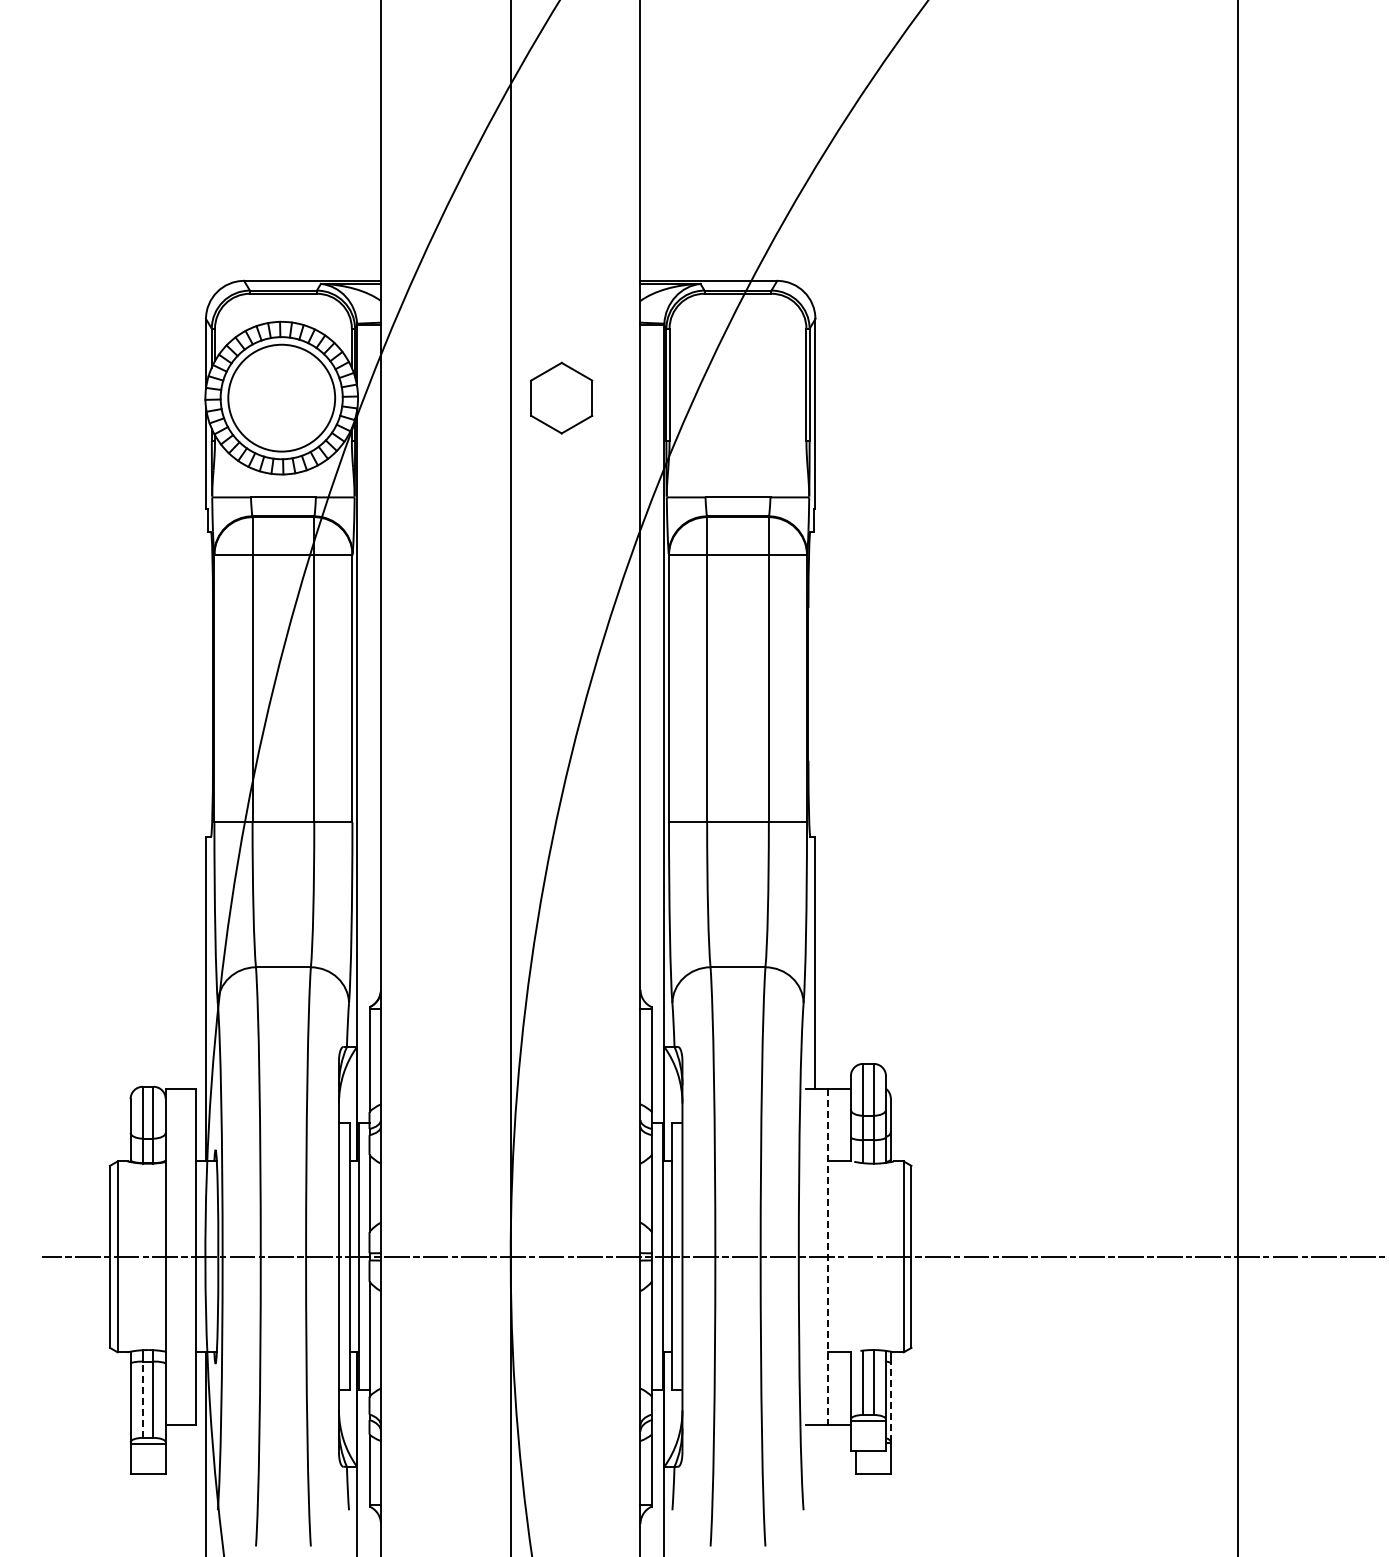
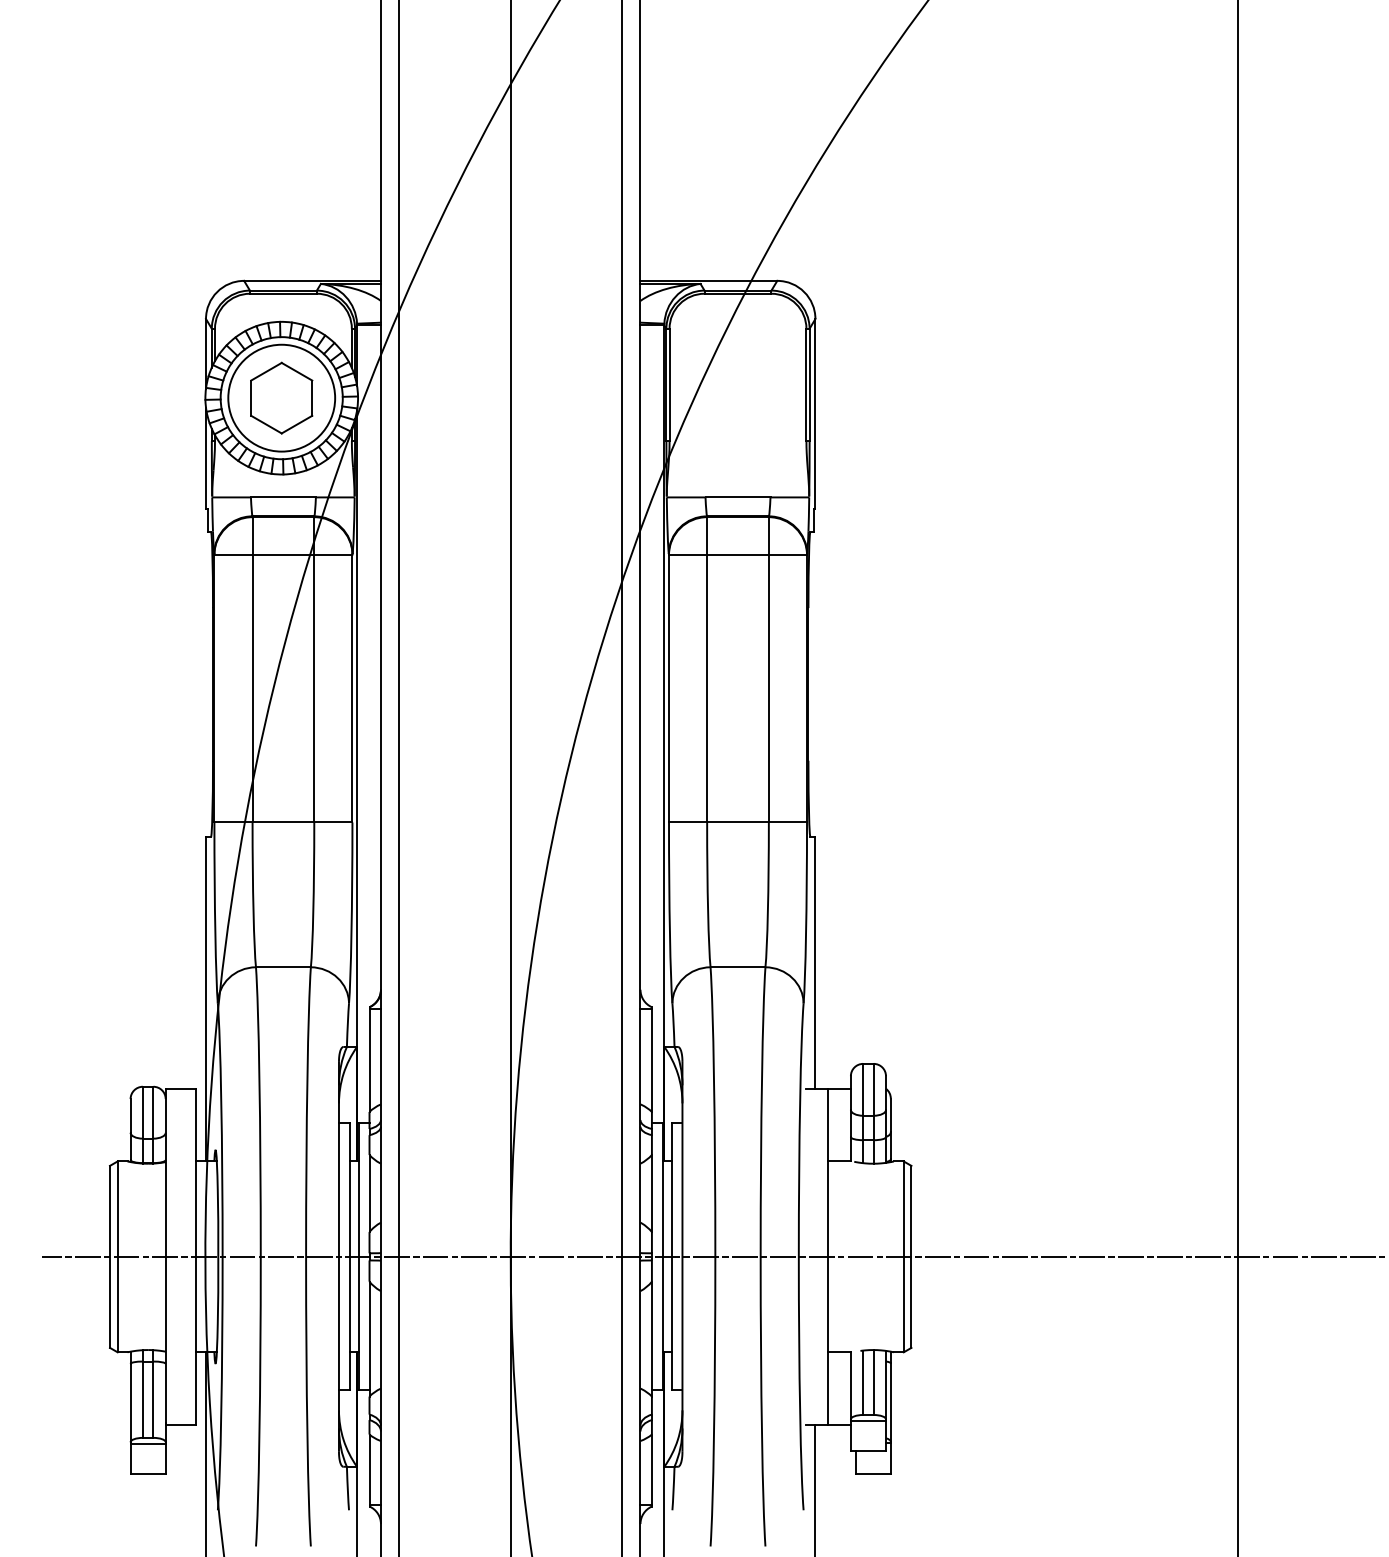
part at (561, 397) position: (561, 397) -> (281, 397)
line at (399, 777): none -> present
line at (622, 777): none -> present
line at (828, 1256): dashed -> solid
line at (142, 1399): dashed -> solid
line at (890, 1402): dashed -> solid
line at (815, 1488): none -> present
